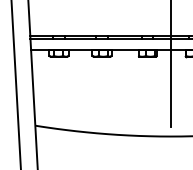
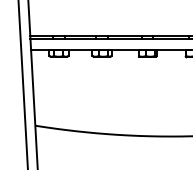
line at (170, 64): present -> none
line at (15, 84) position: (15, 84) -> (22, 84)
